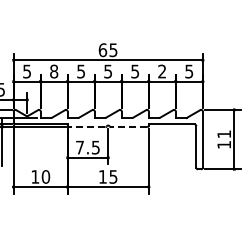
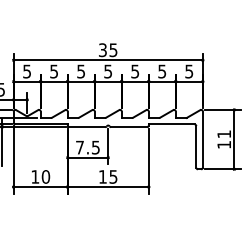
text at (102, 50): 65 -> 35
text at (54, 71): 8 -> 5
text at (162, 71): 2 -> 5
line at (86, 127): dashed -> solid
line at (128, 127): dashed -> solid
